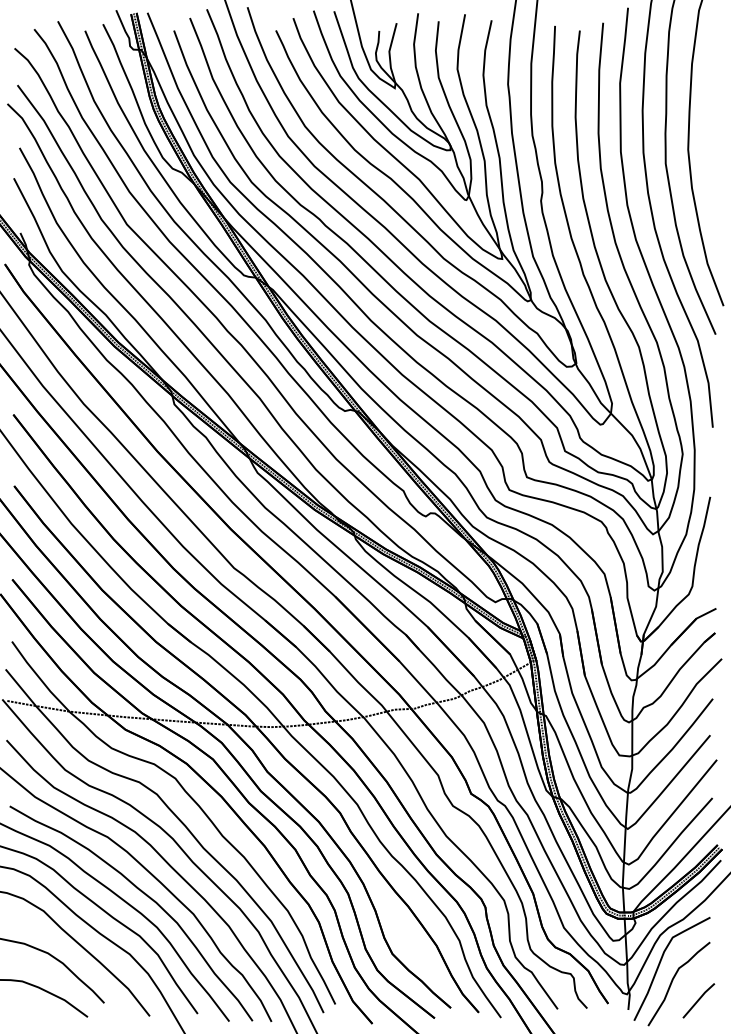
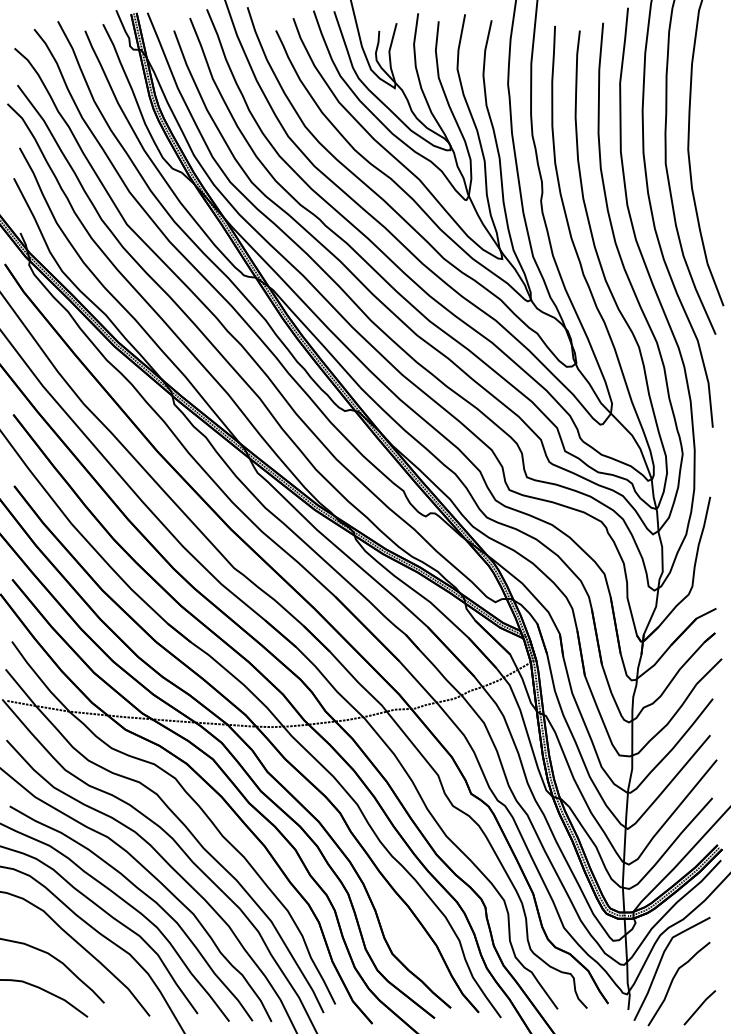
line at (698, 1000) position: (698, 1000) -> (699, 1007)
